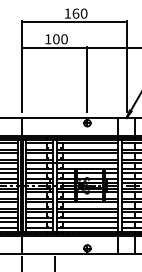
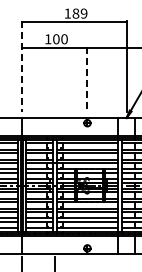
text at (79, 13): 160 -> 189
line at (22, 67): solid -> dashed
line at (87, 79): solid -> dashed
